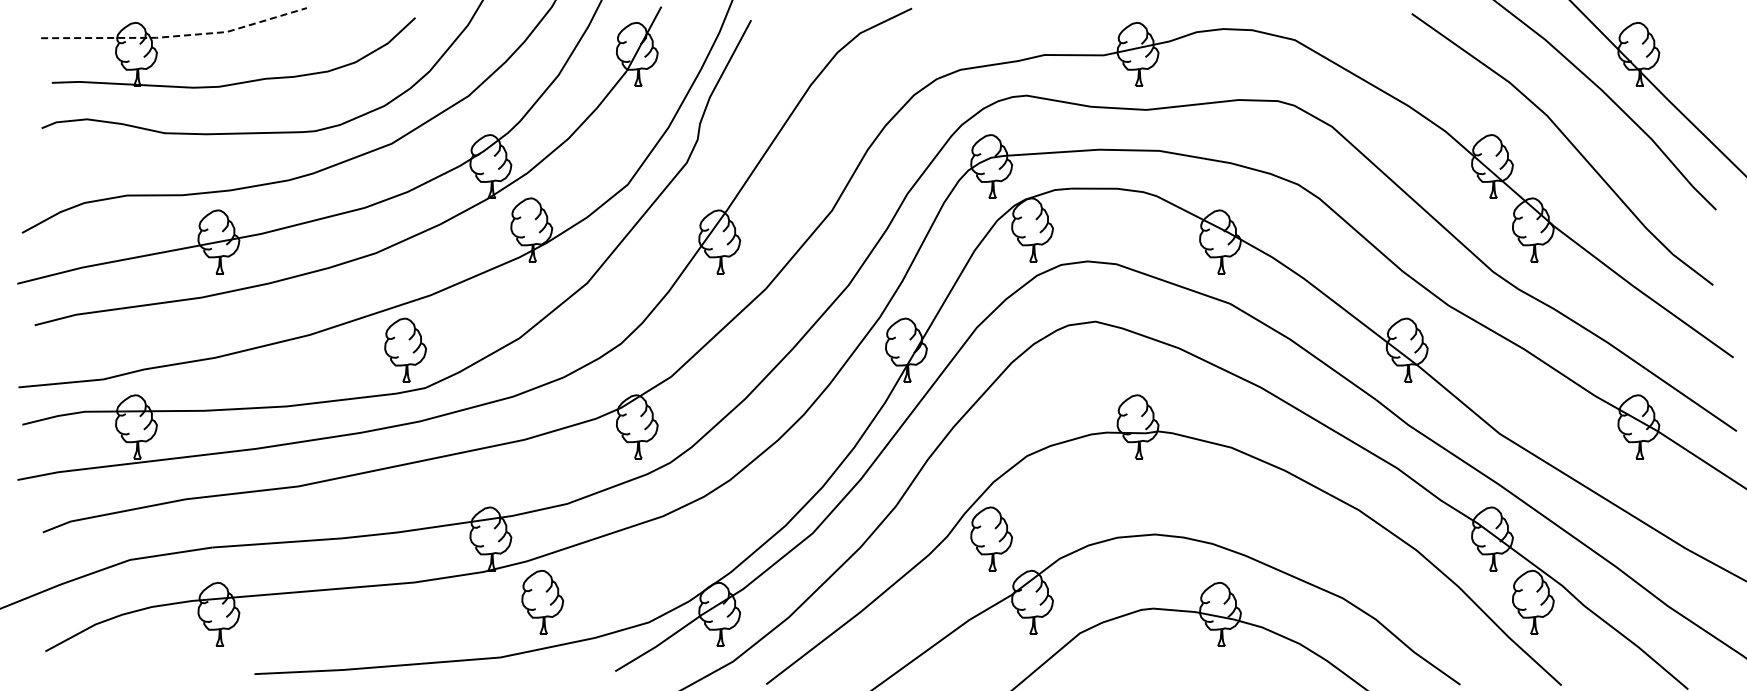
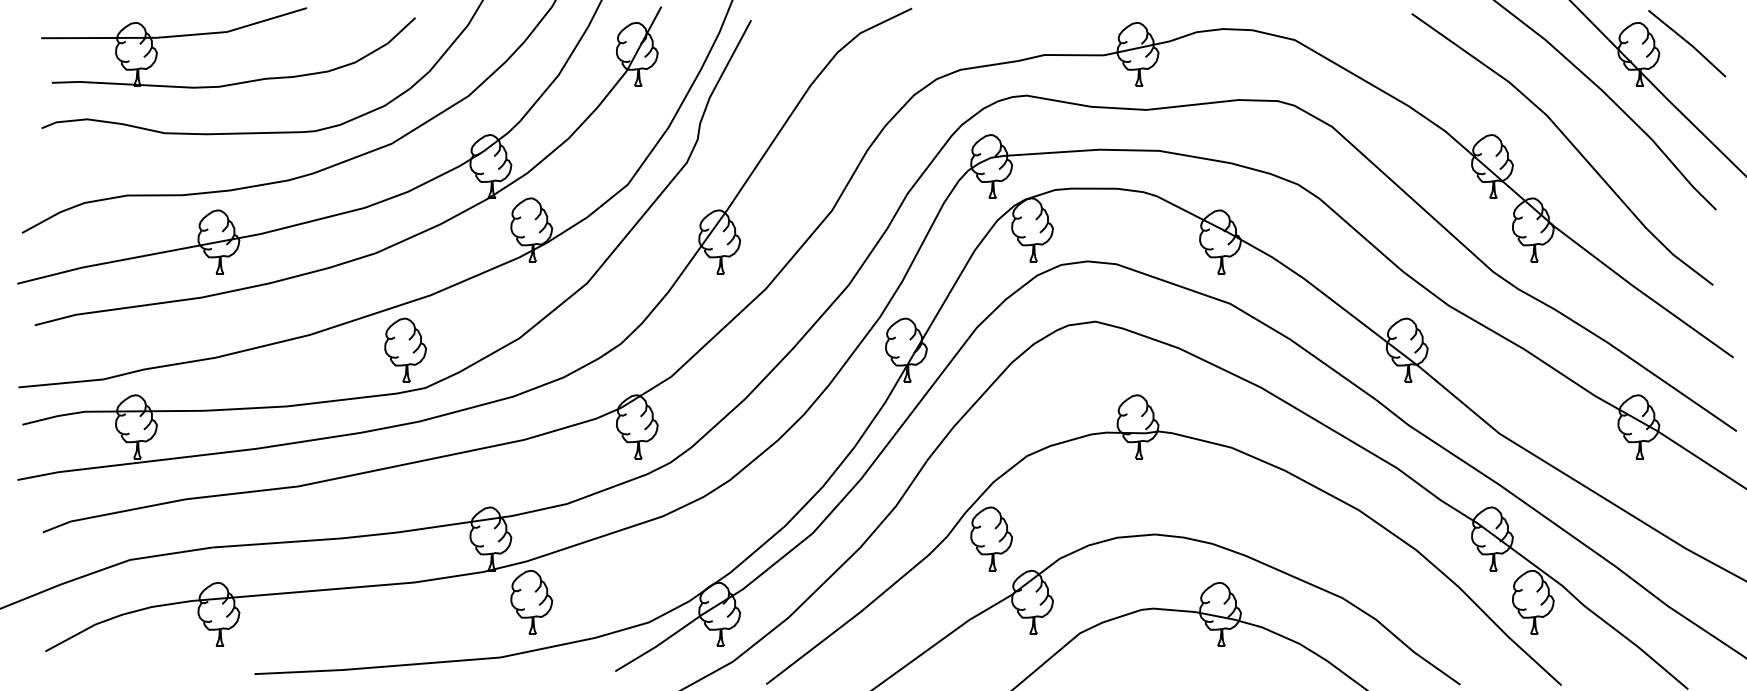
line at (176, 36): dashed -> solid
line at (1687, 43): none -> present
part at (542, 602) position: (542, 602) -> (531, 602)
